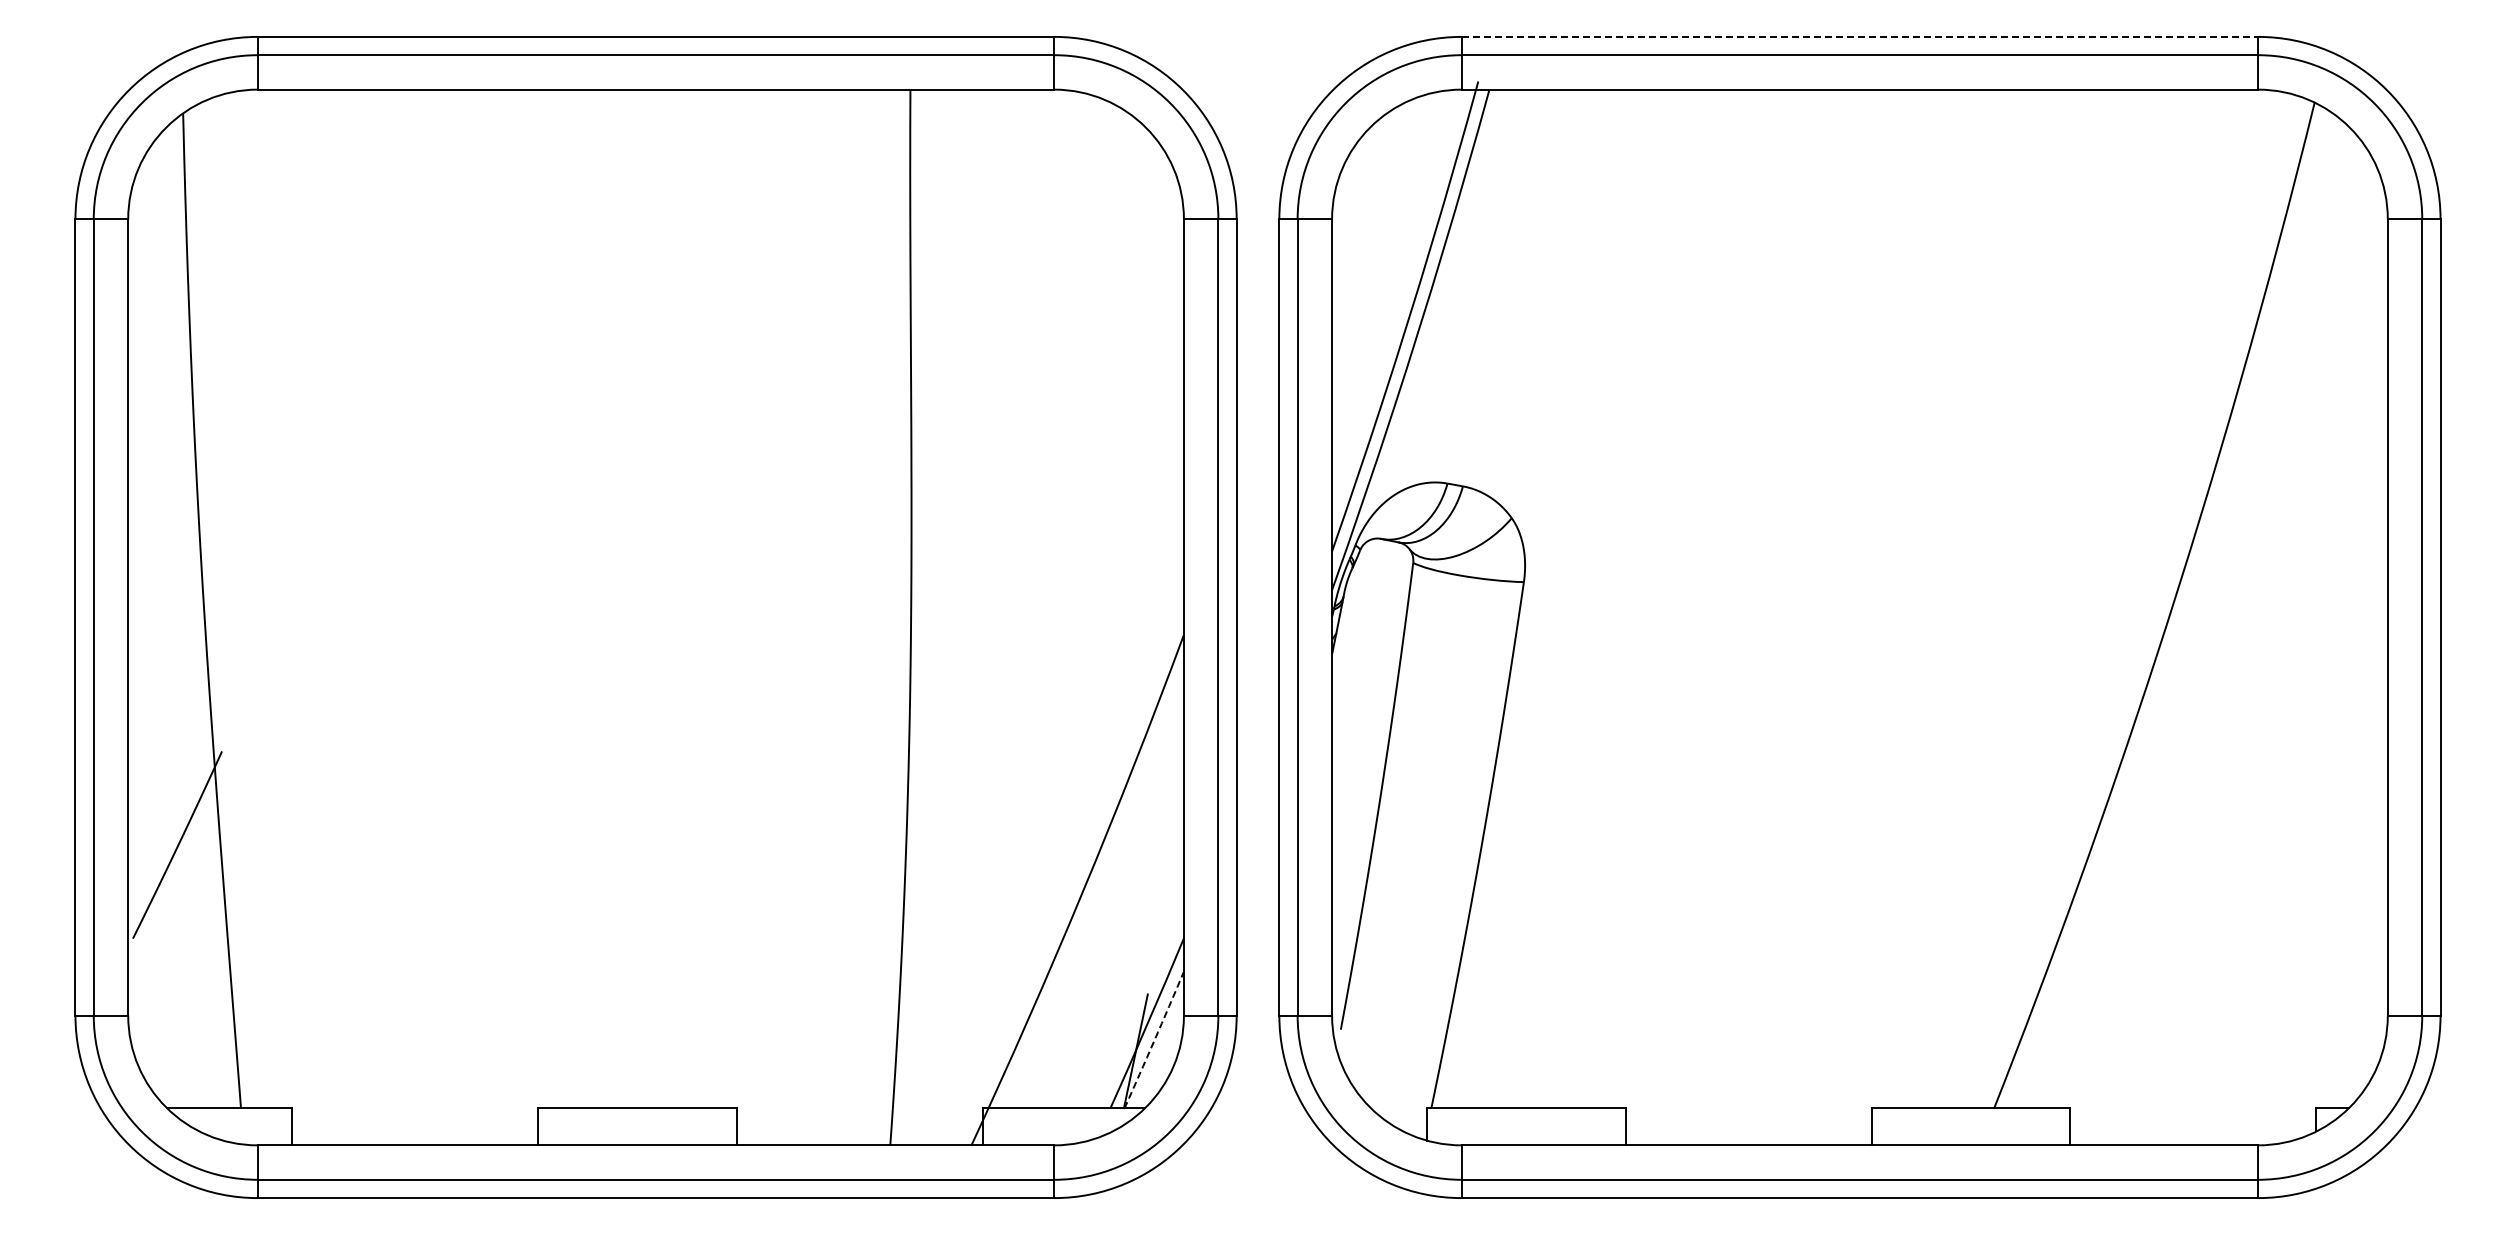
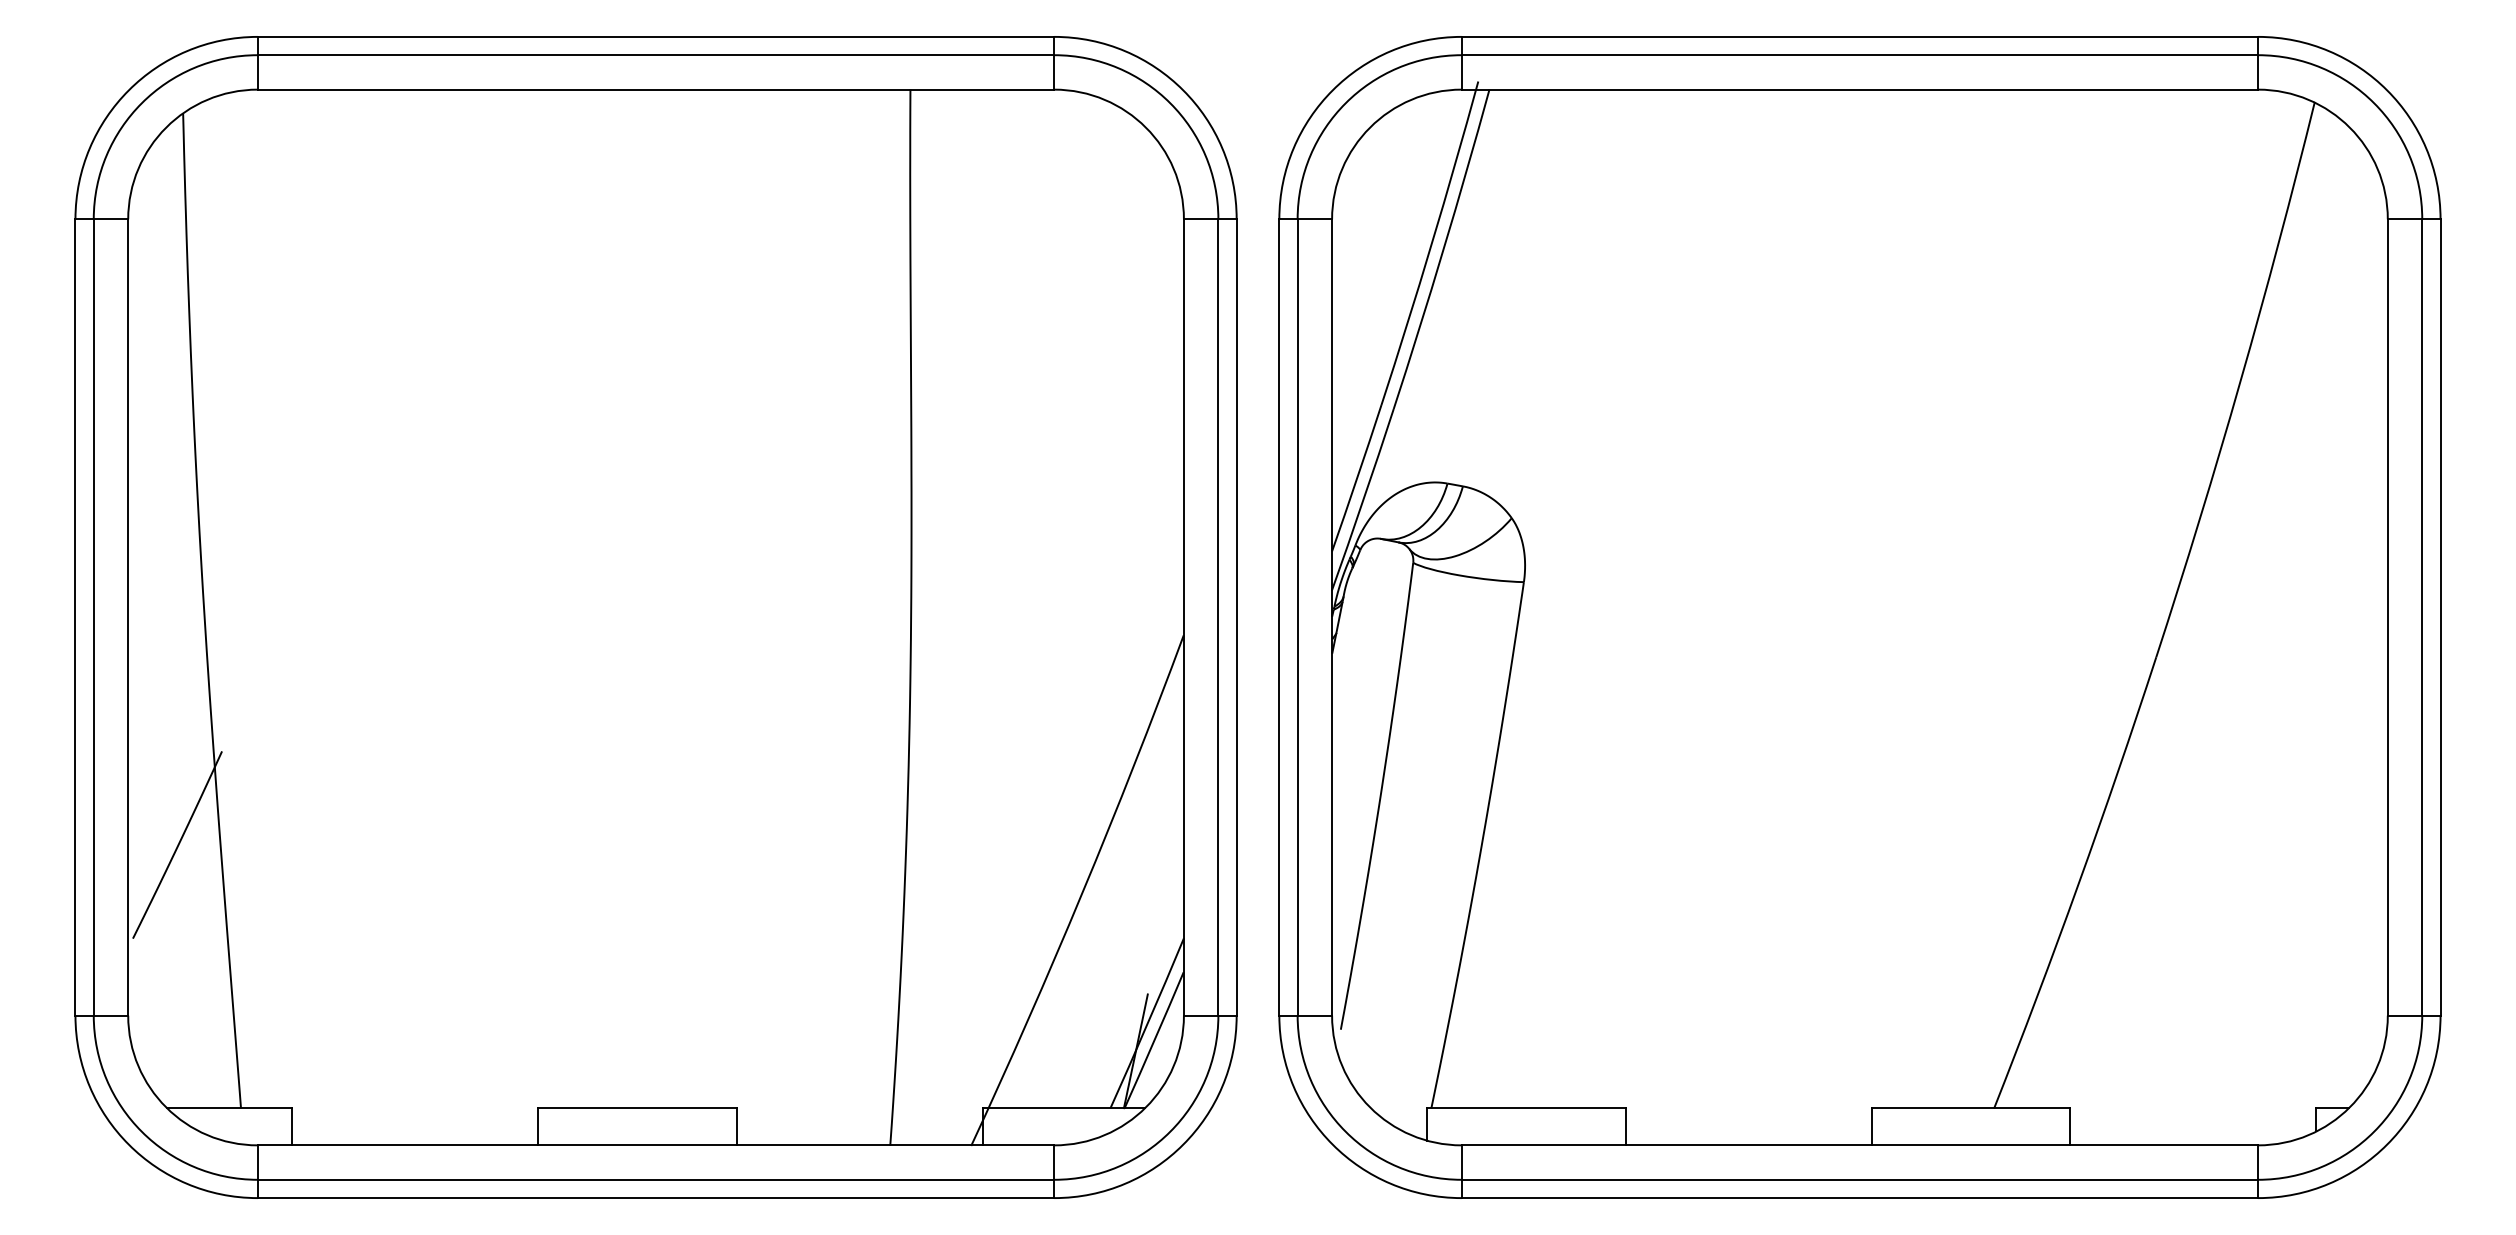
line at (1860, 36): dashed -> solid
arc at (1154, 1040): dashed -> solid
